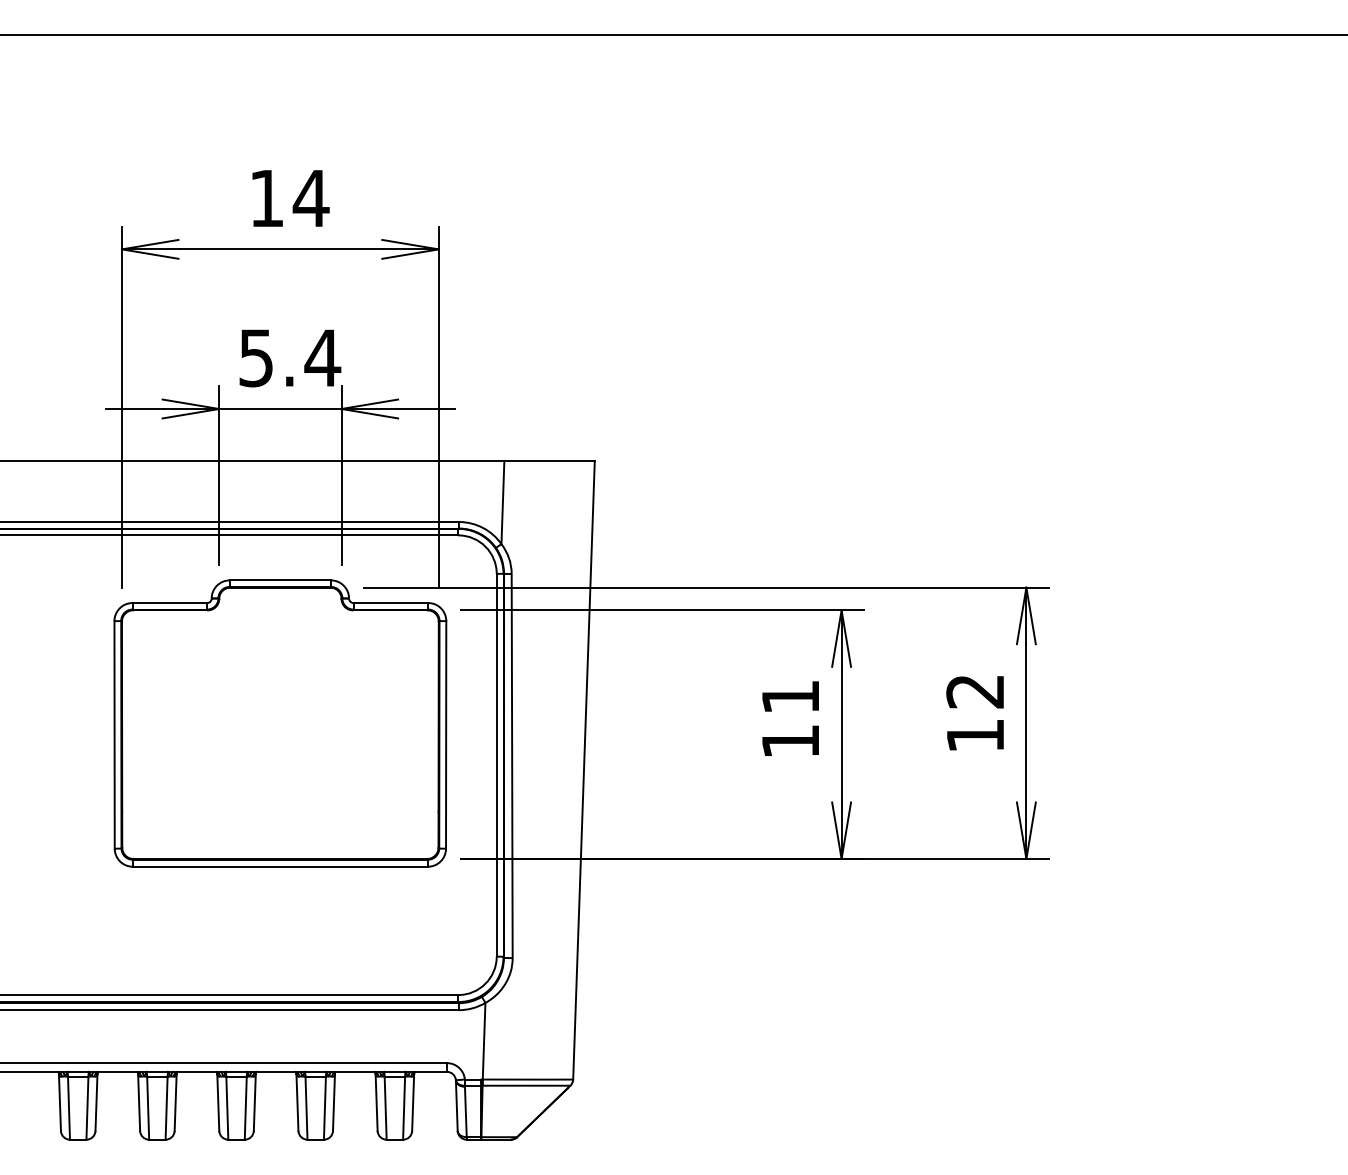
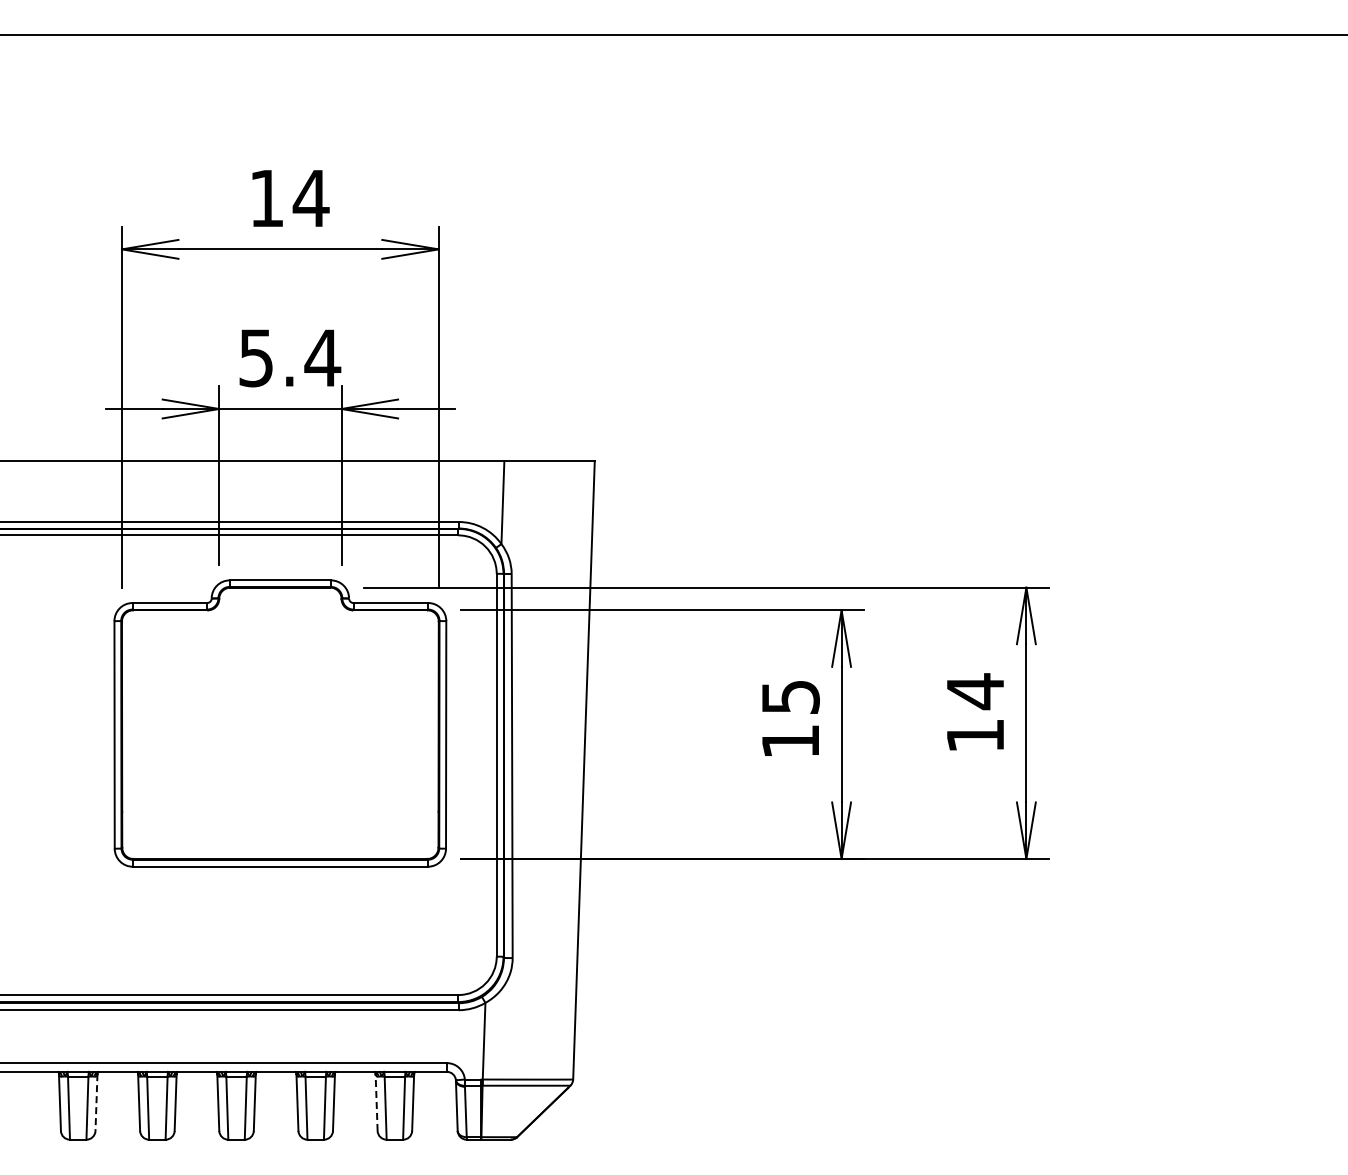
text at (974, 691): 12 -> 14
text at (790, 697): 11 -> 15
line at (376, 1102): solid -> dashed
line at (96, 1103): solid -> dashed
